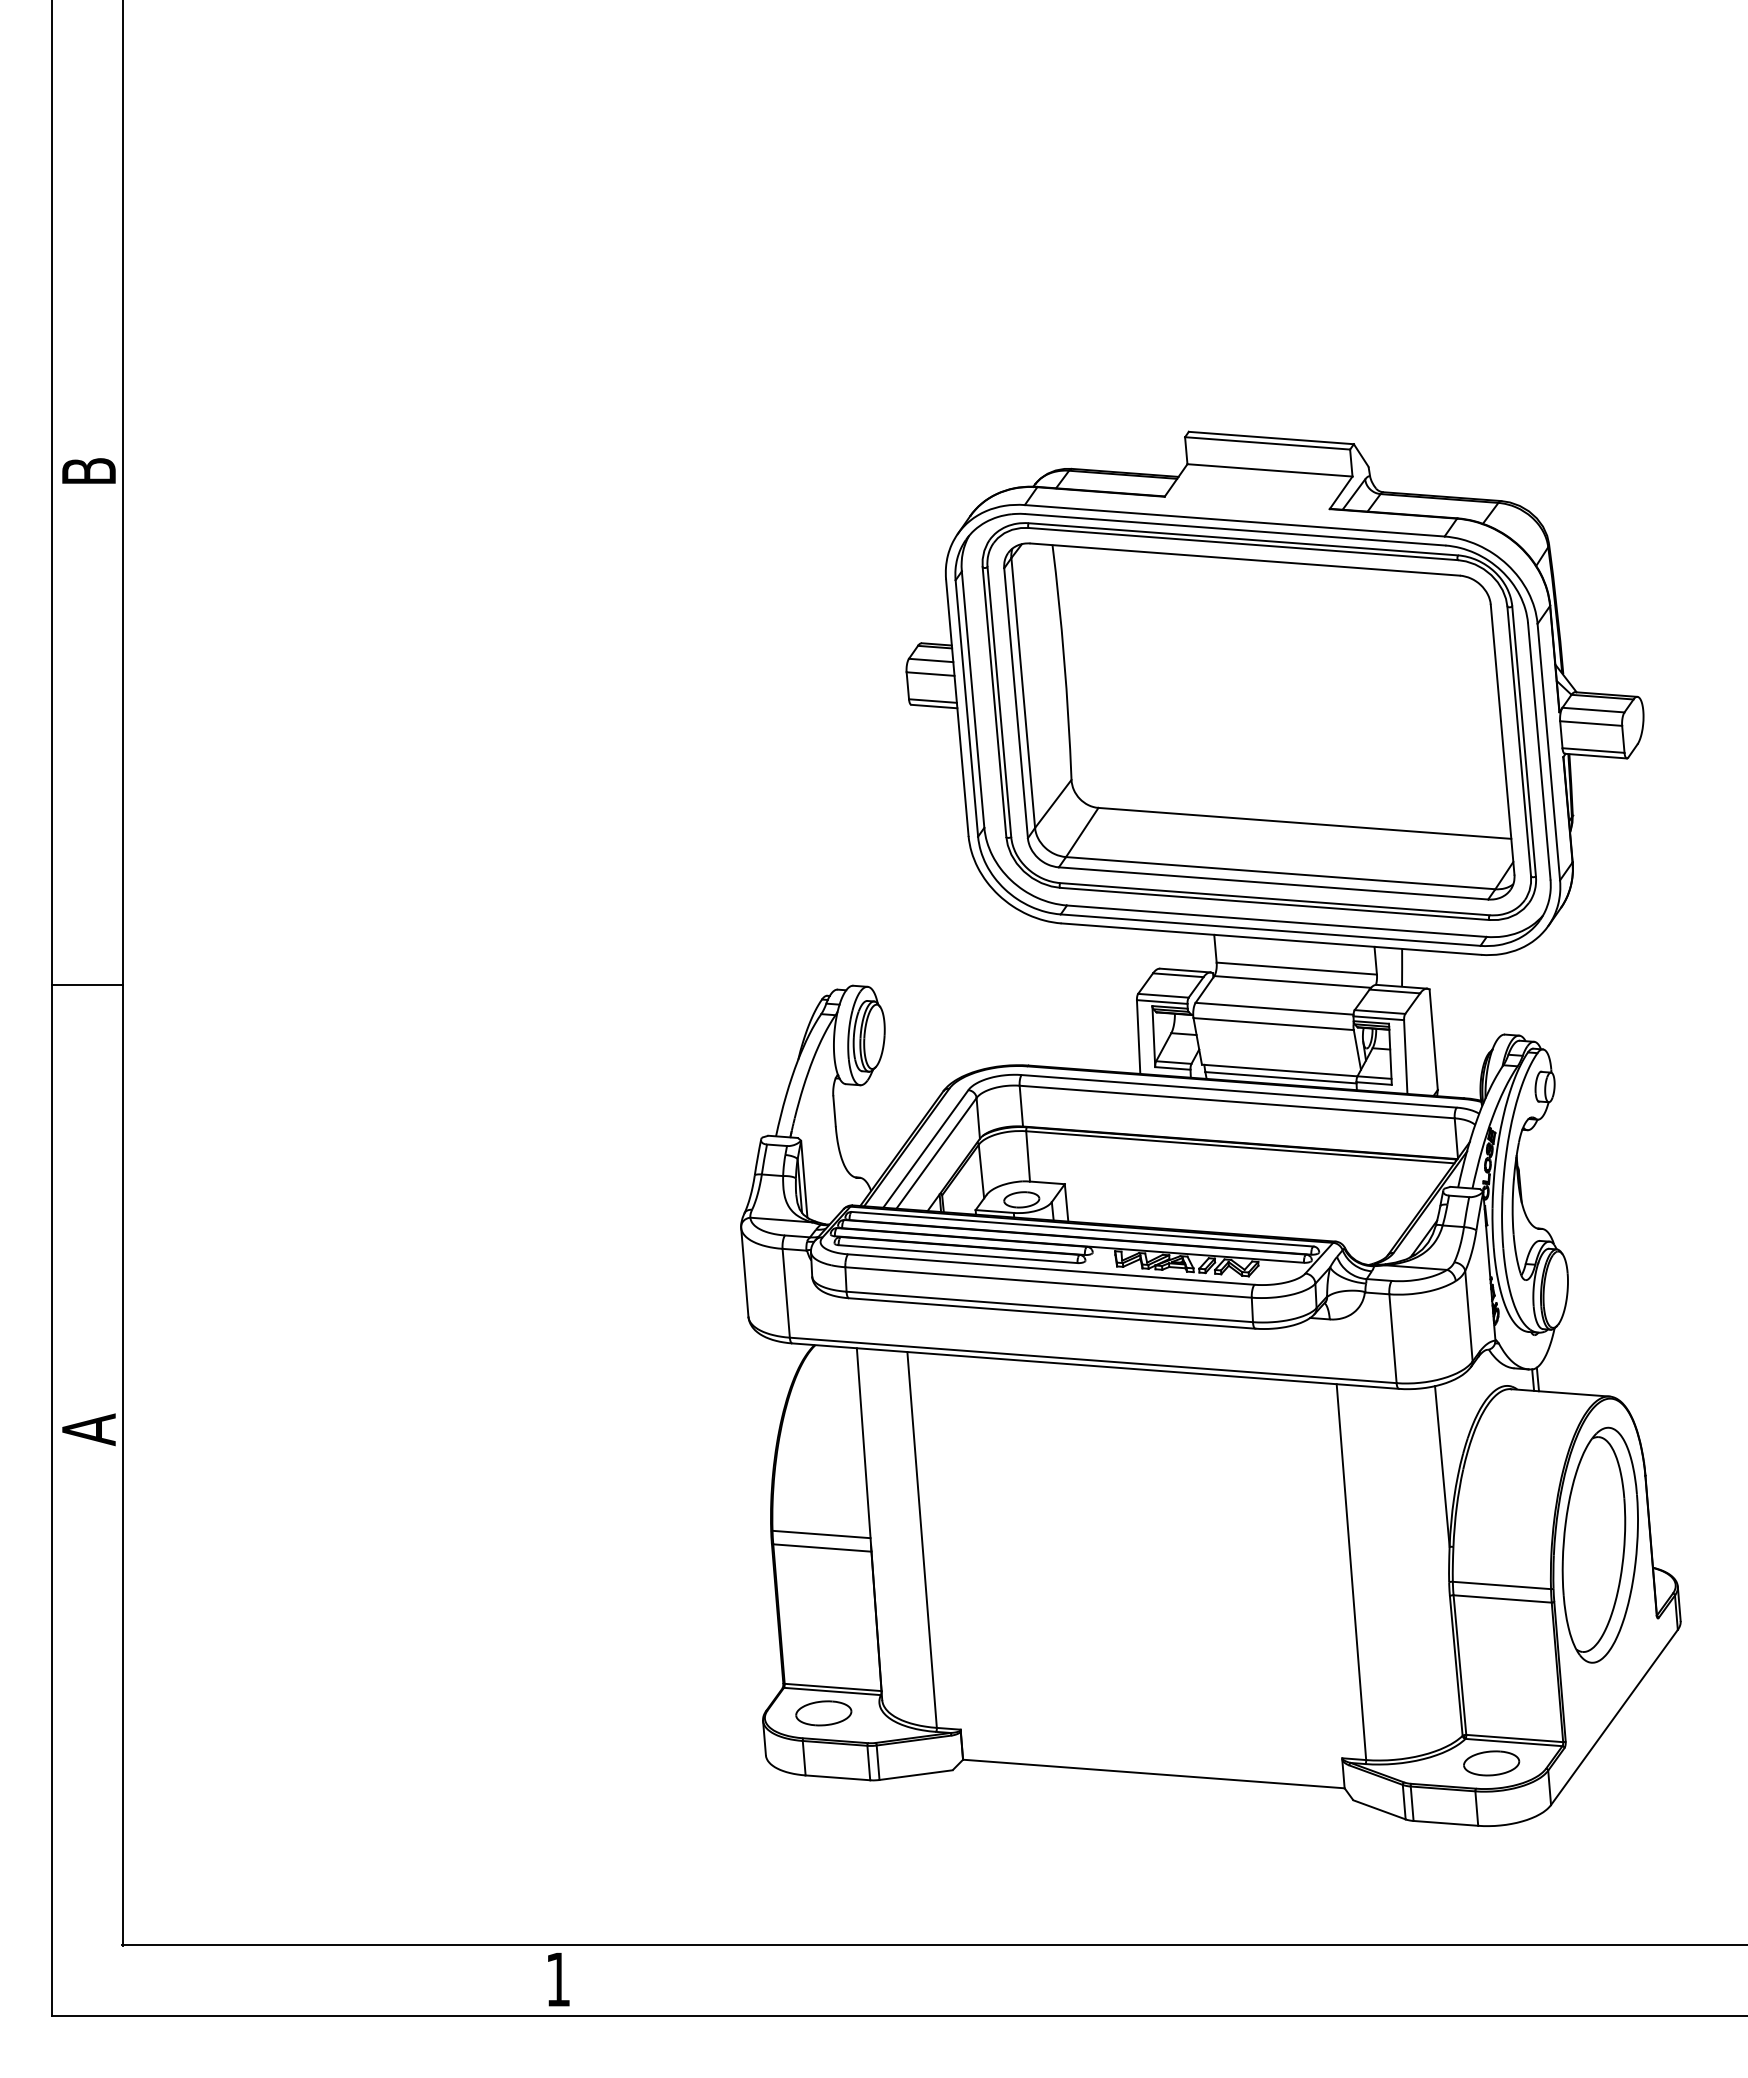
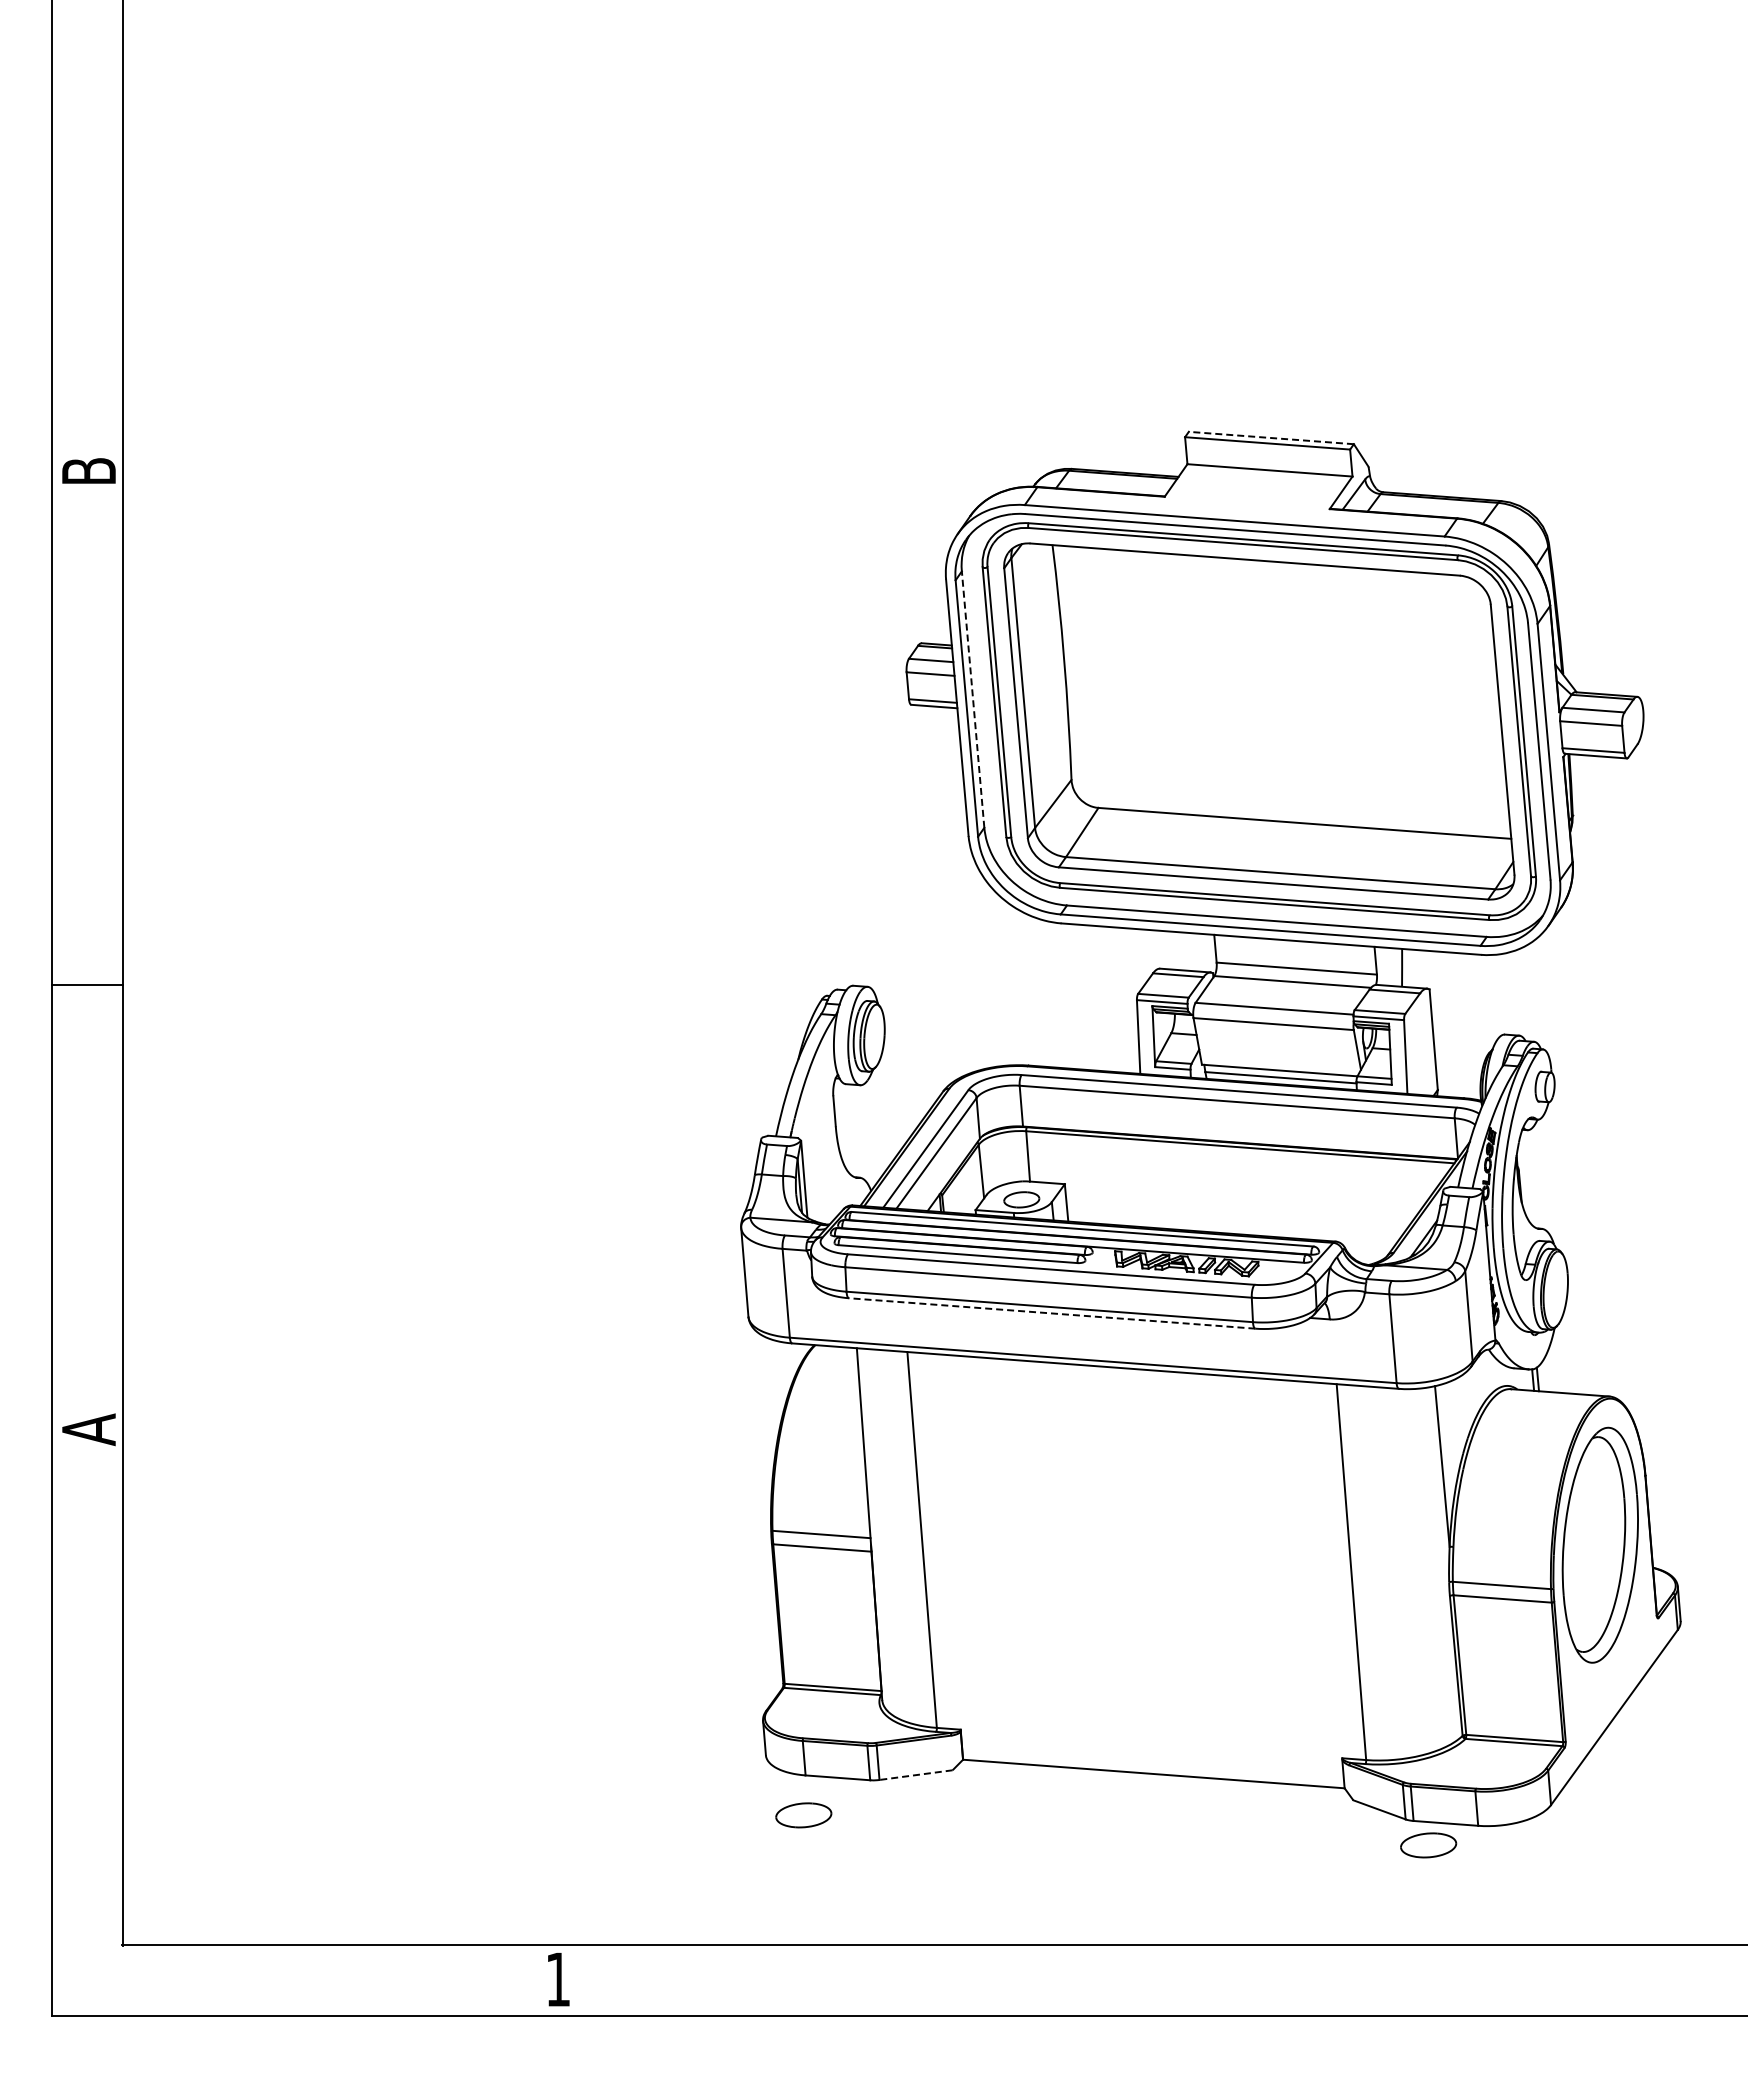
line at (1271, 438): solid -> dashed
line at (973, 699): solid -> dashed
line at (1052, 1313): solid -> dashed
part at (823, 1713) position: (823, 1713) -> (803, 1815)
part at (1491, 1763) position: (1491, 1763) -> (1428, 1845)
line at (916, 1775): solid -> dashed
